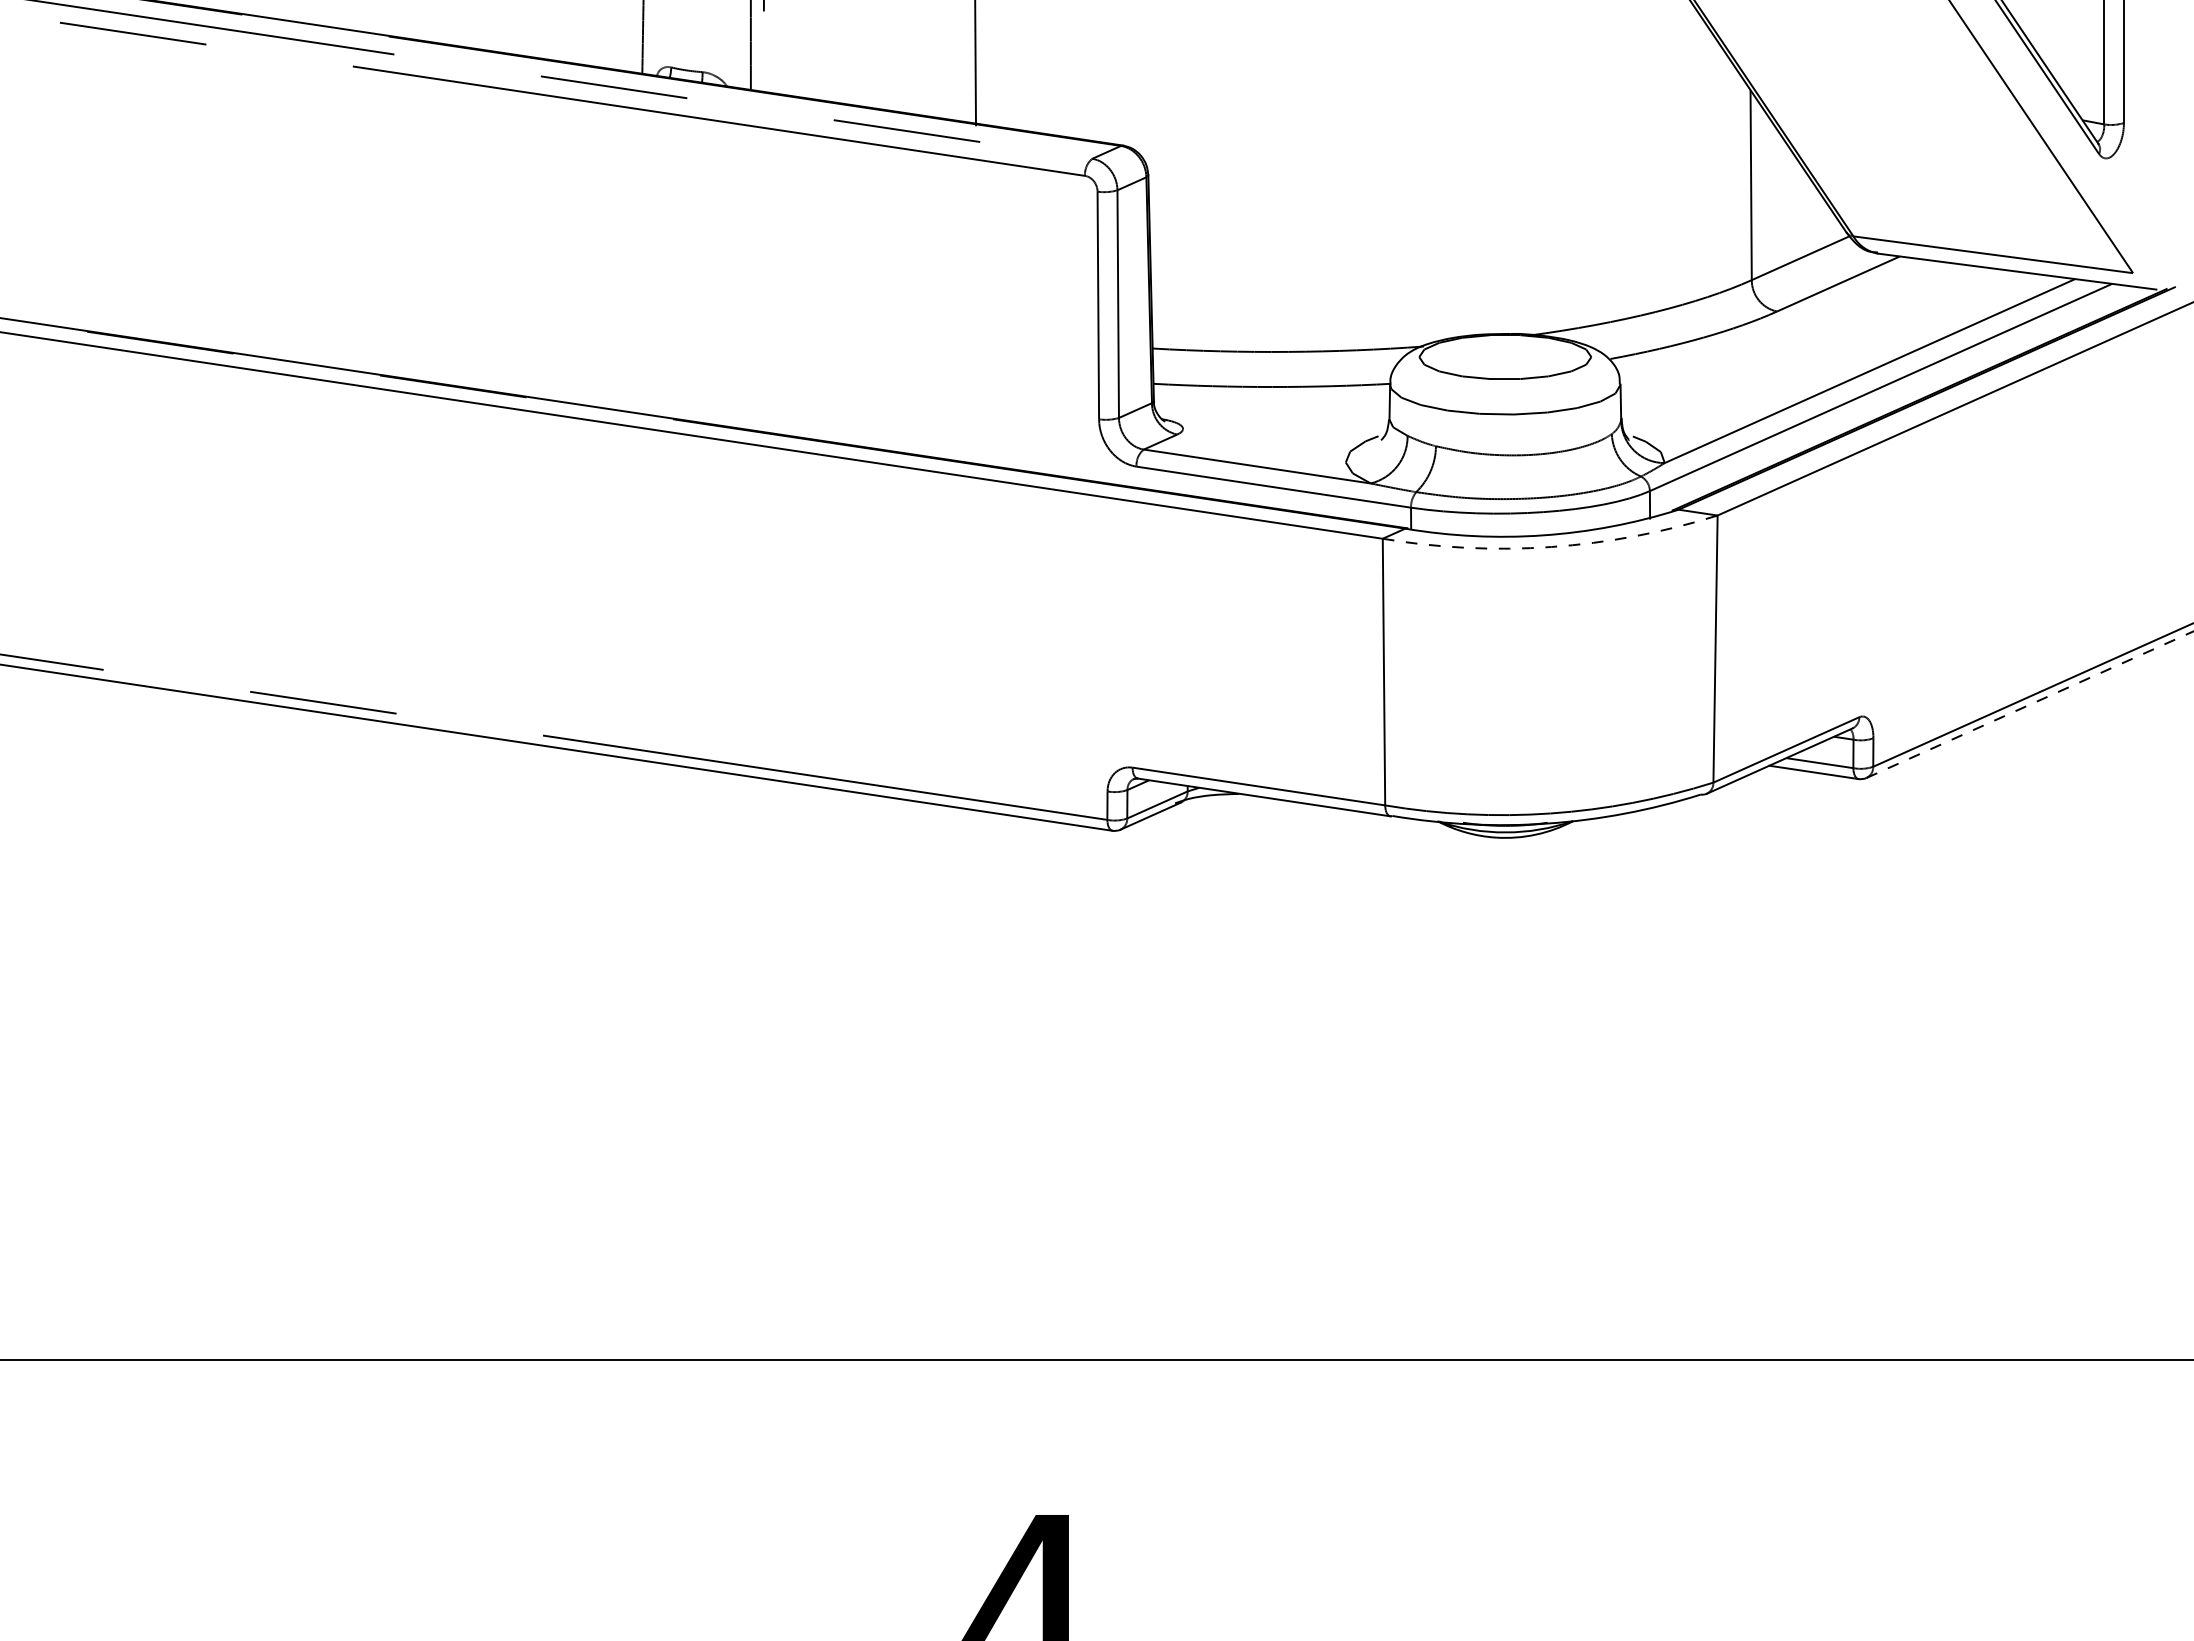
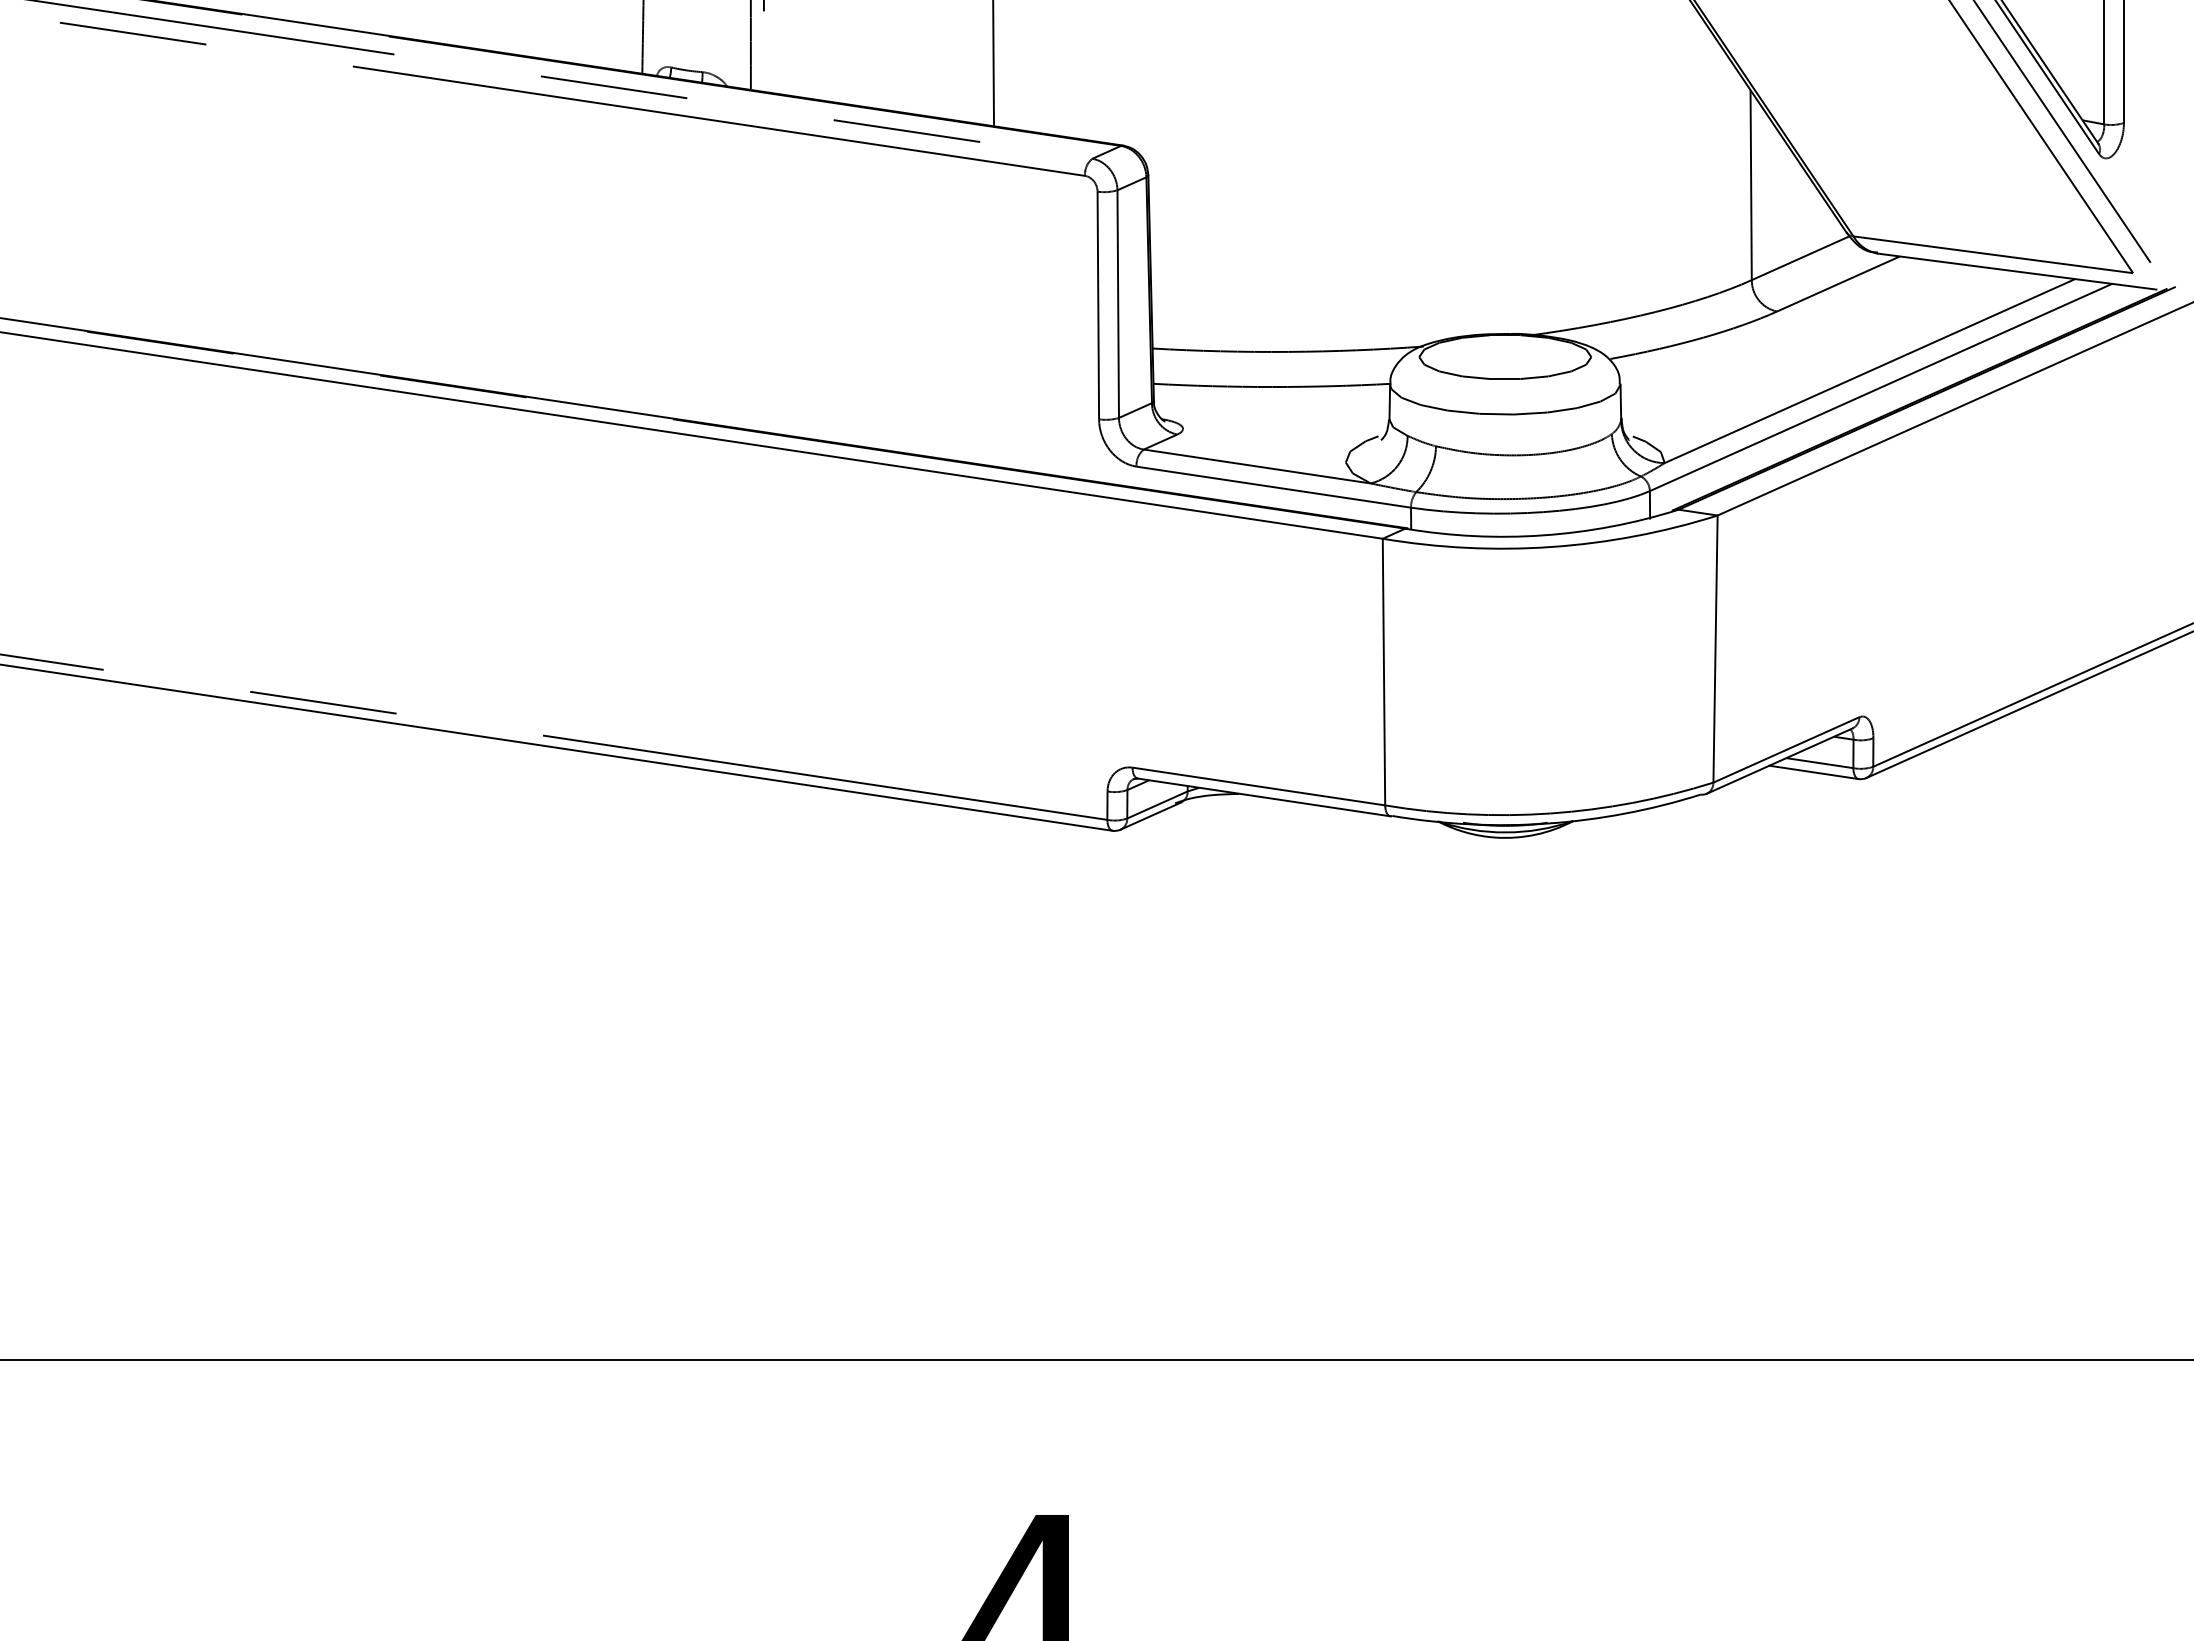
line at (975, 64) position: (975, 64) -> (993, 64)
line at (2062, 132): none -> present
arc at (1551, 547): dashed -> solid
line at (2029, 704): dashed -> solid
